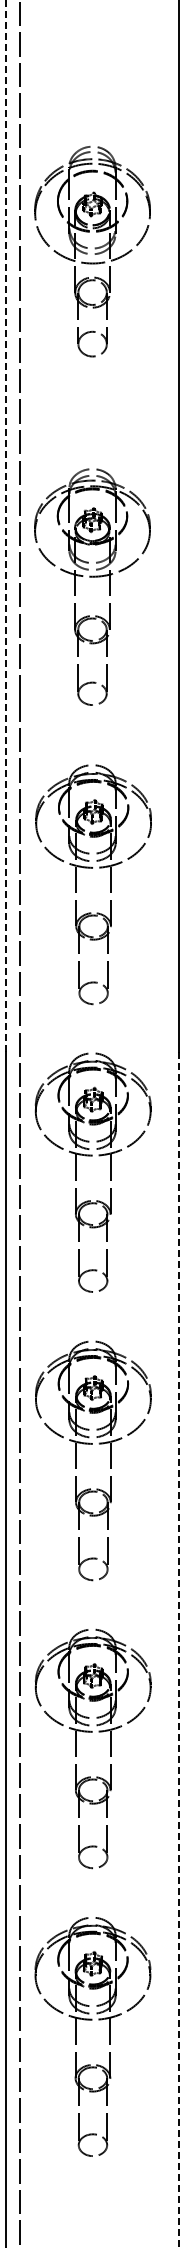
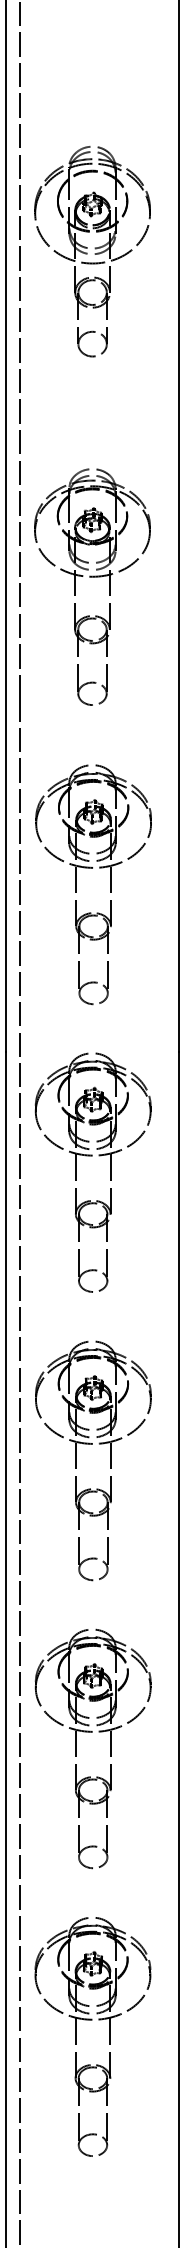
line at (5, 526): dashed -> solid
line at (179, 1650): dashed -> solid
